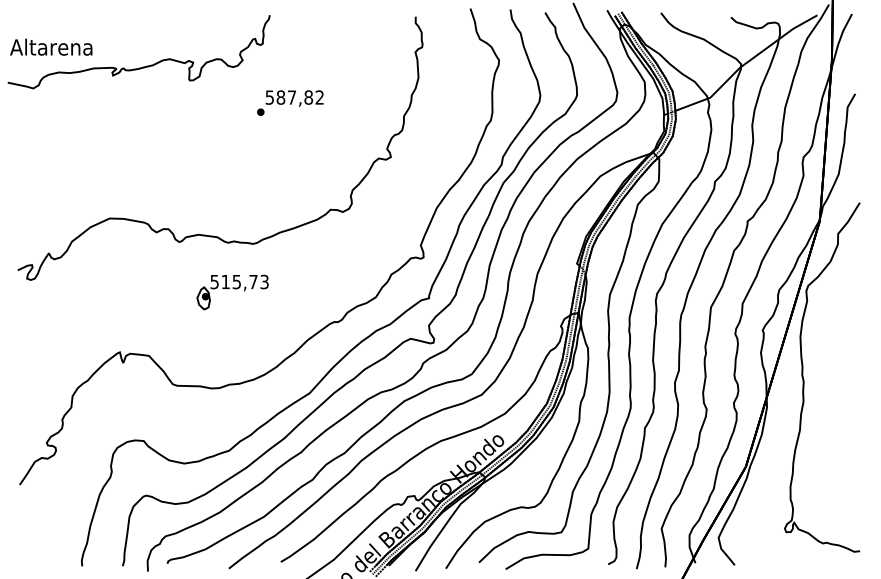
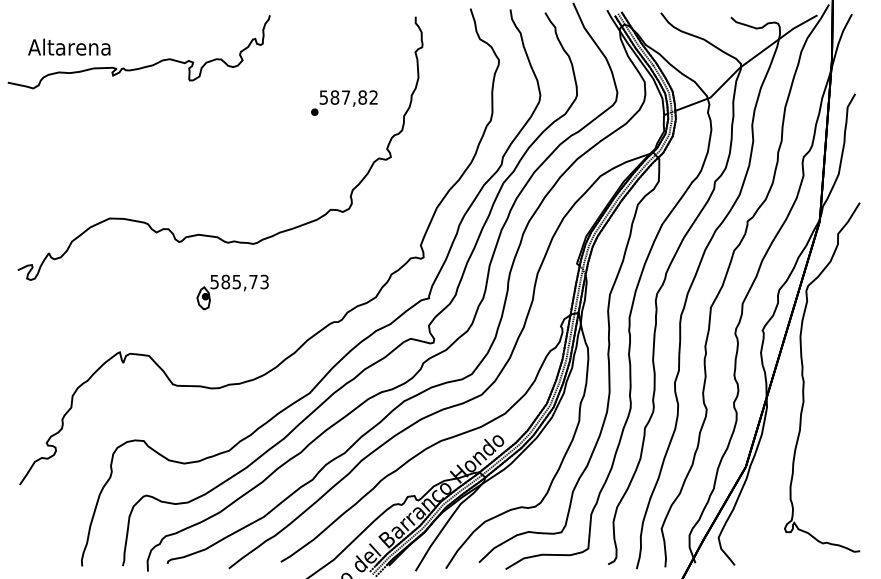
text at (51, 46) position: (51, 46) -> (69, 46)
text at (290, 102) position: (290, 102) -> (344, 102)
text at (225, 281): 515,73 -> 585,73
